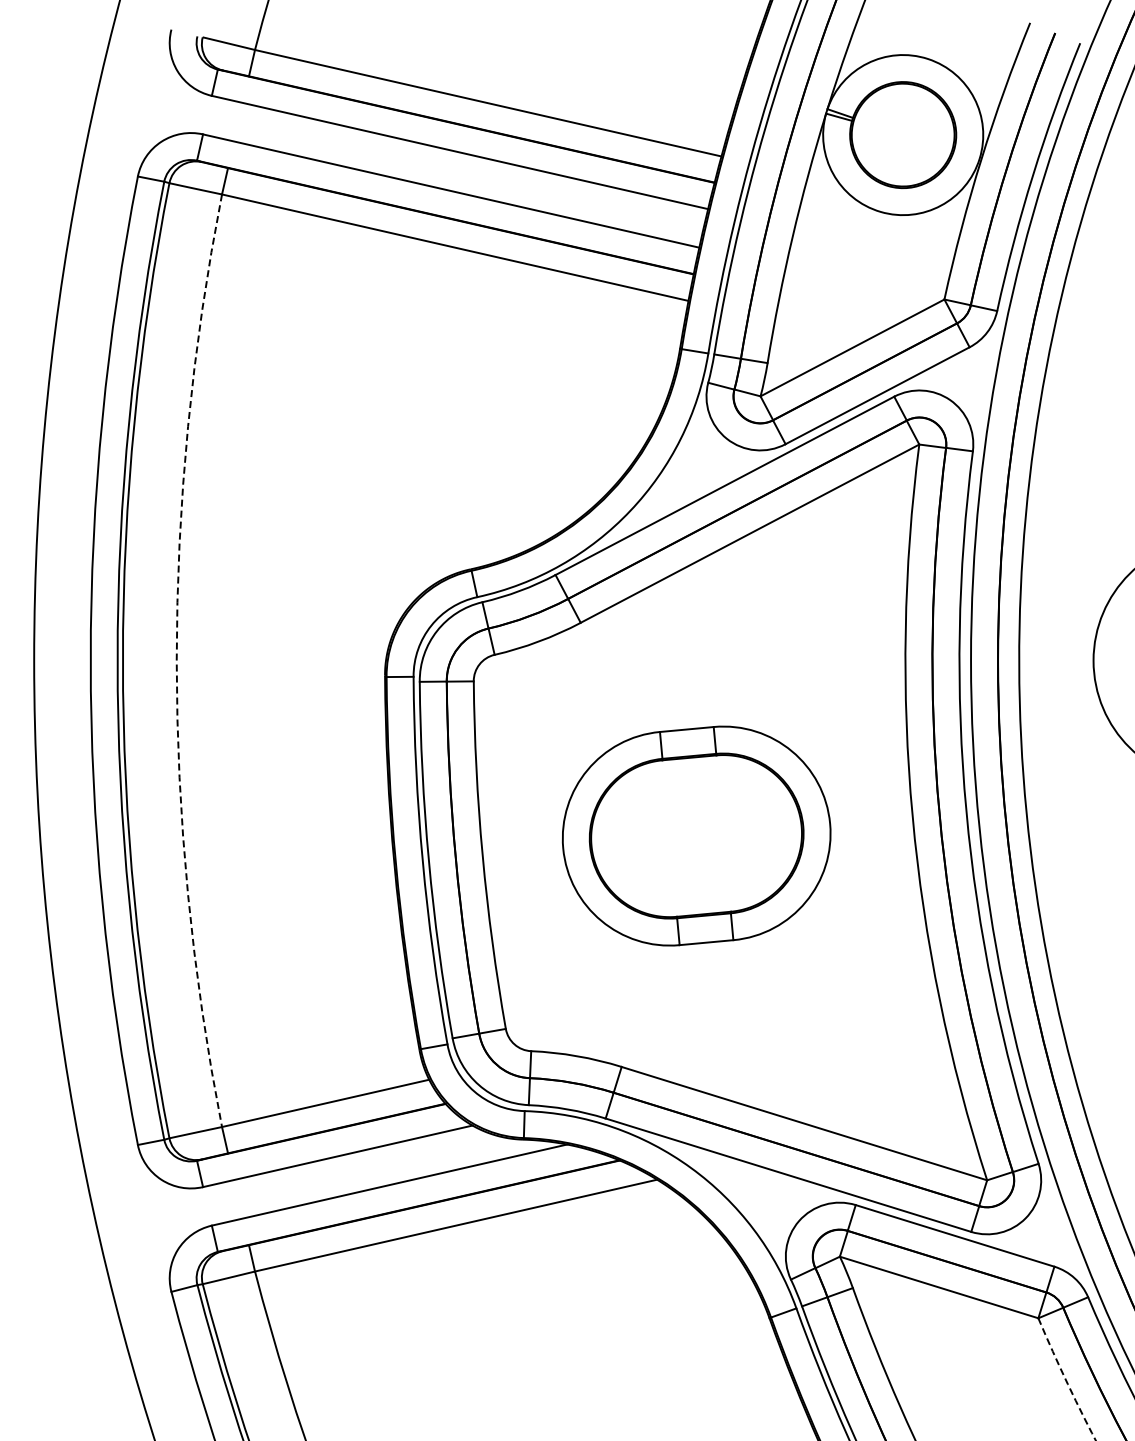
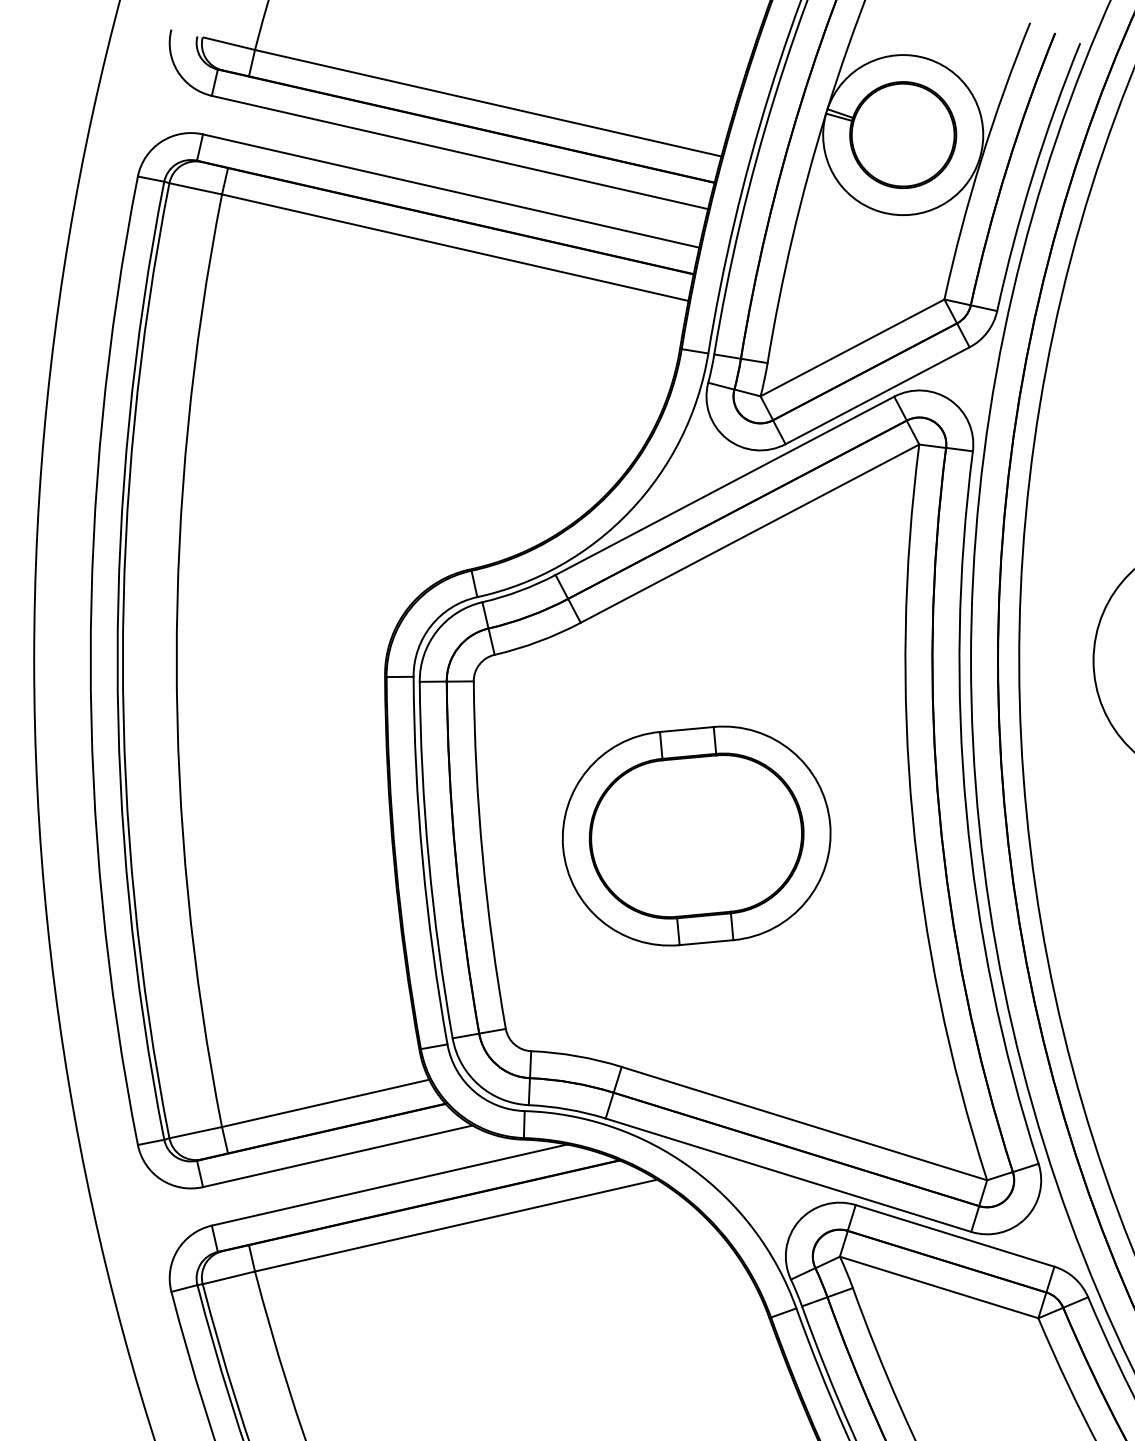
arc at (176, 660): dashed -> solid
arc at (1066, 1380): dashed -> solid
